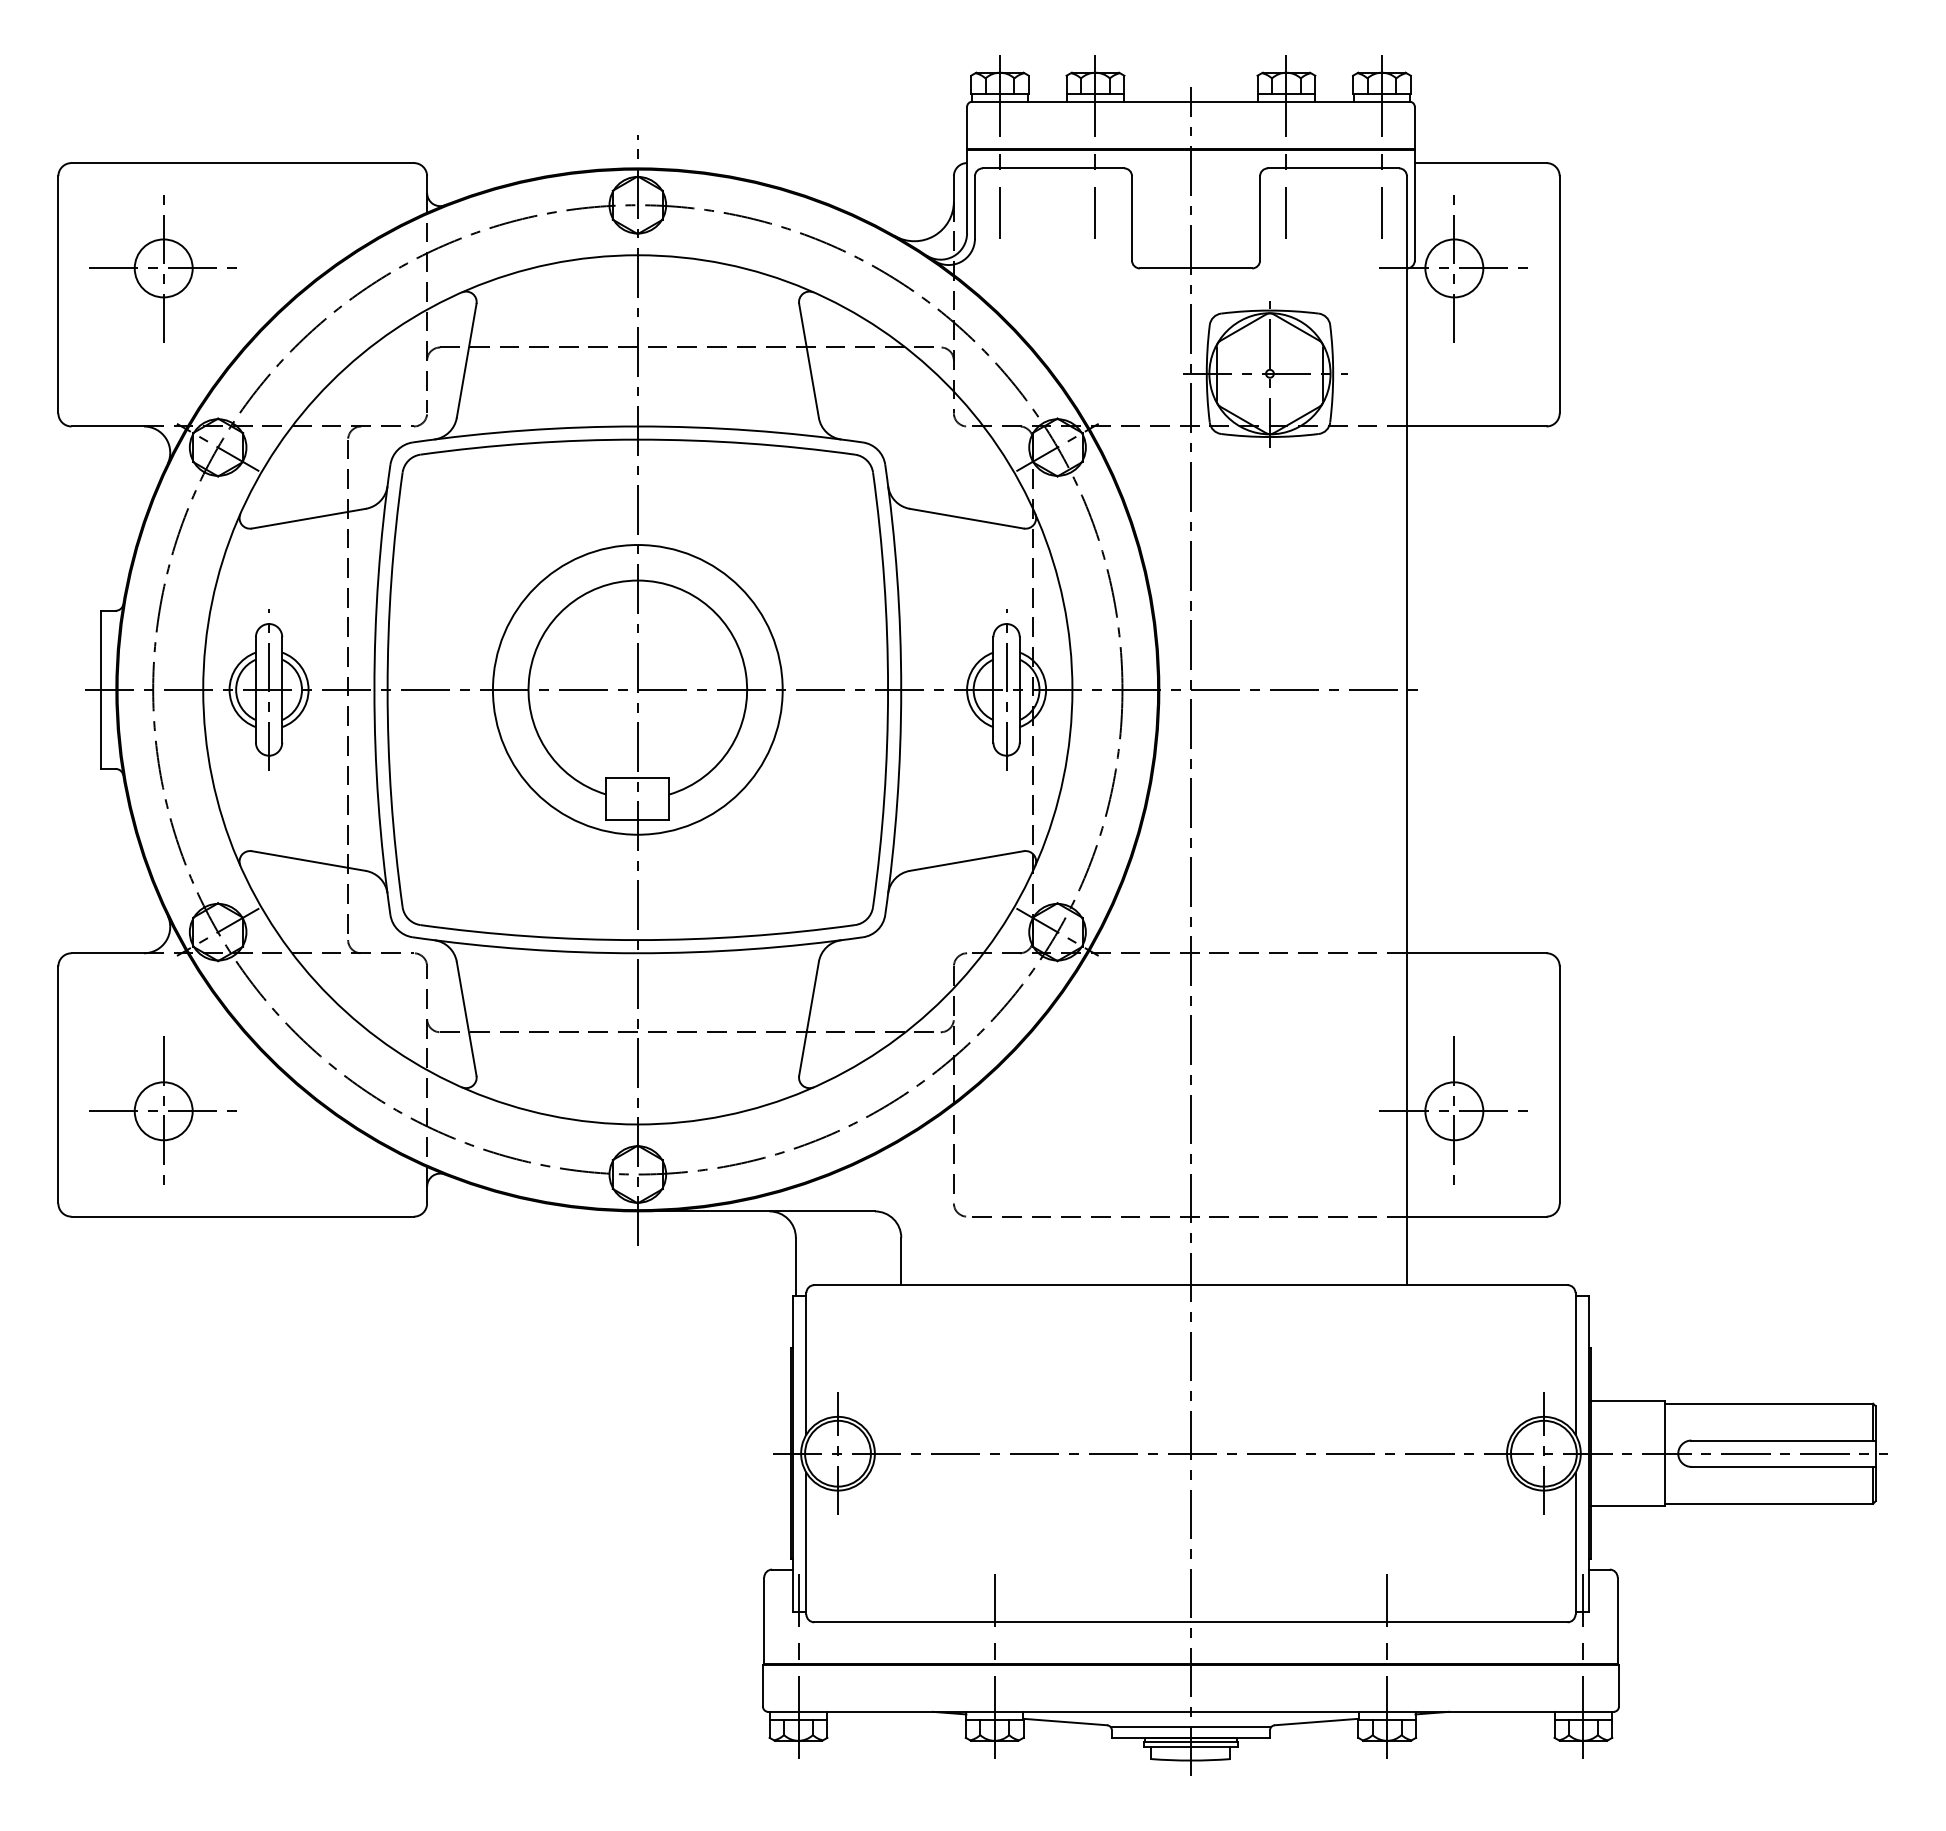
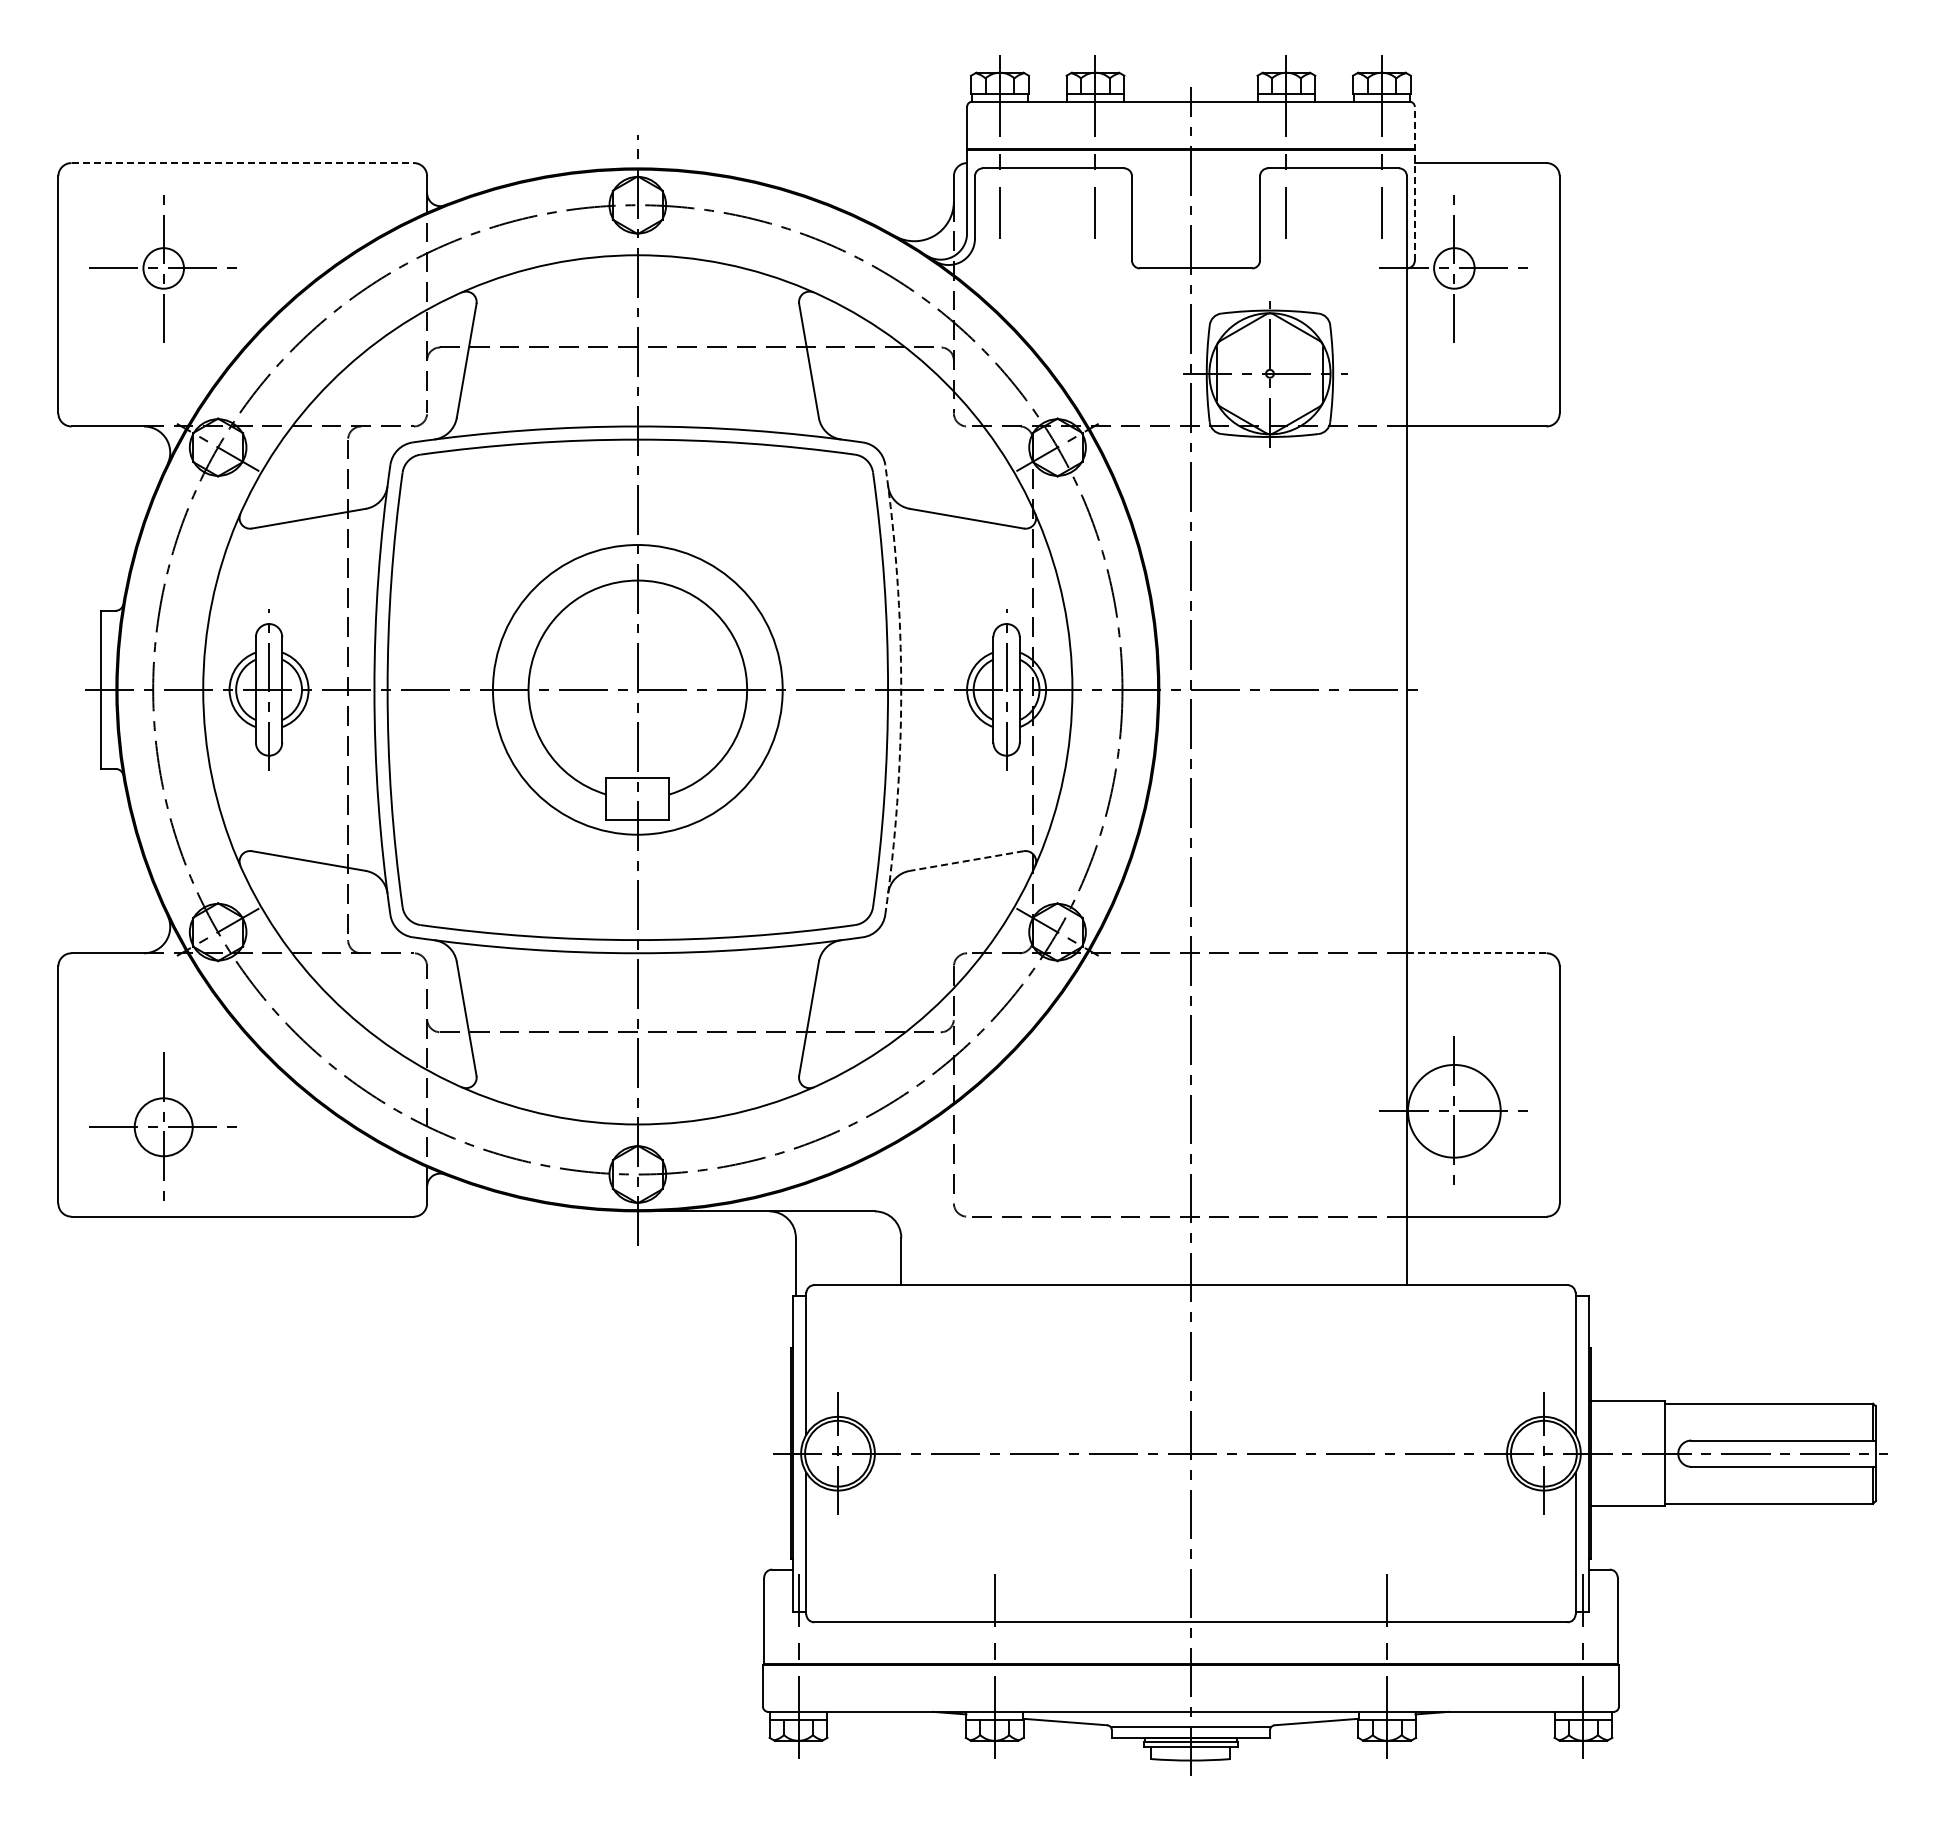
line at (243, 163): solid -> dashed
line at (1414, 183): solid -> dashed
circle at (163, 268) diameter: 58 px -> 41 px
circle at (1454, 268) diameter: 58 px -> 41 px
arc at (901, 689): solid -> dashed
line at (966, 861): solid -> dashed
line at (1476, 953): solid -> dashed
part at (162, 1110) position: (162, 1110) -> (162, 1126)
circle at (1454, 1111) diameter: 58 px -> 93 px
